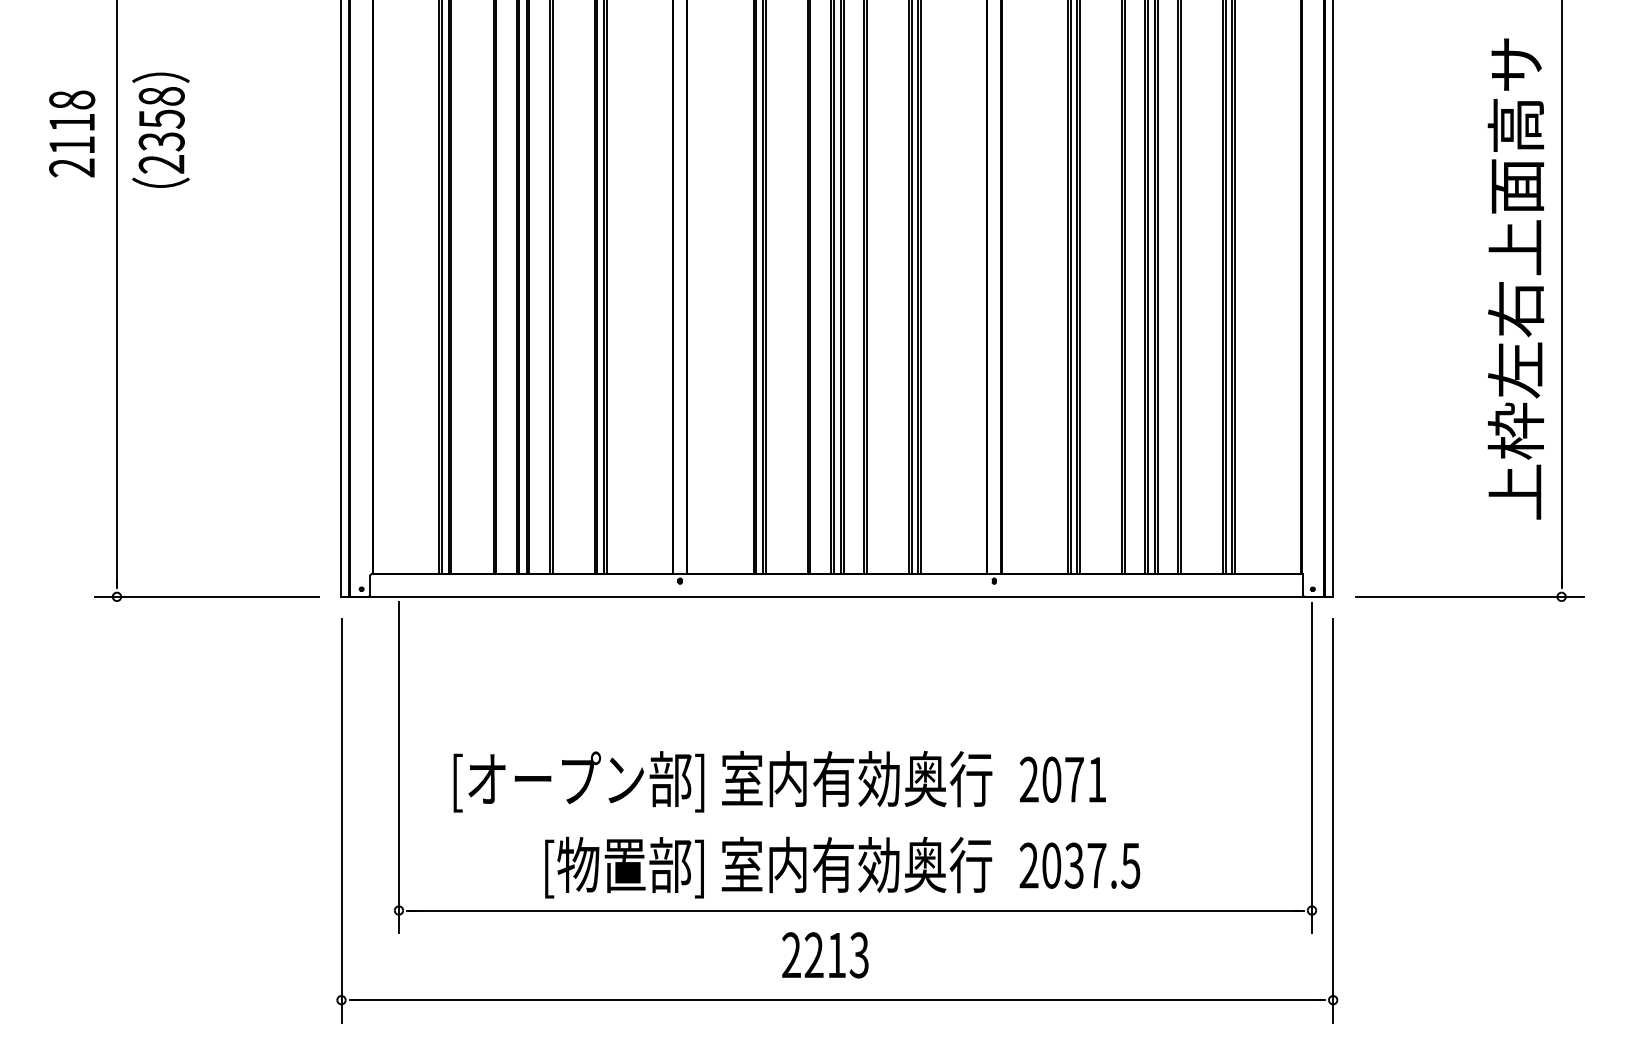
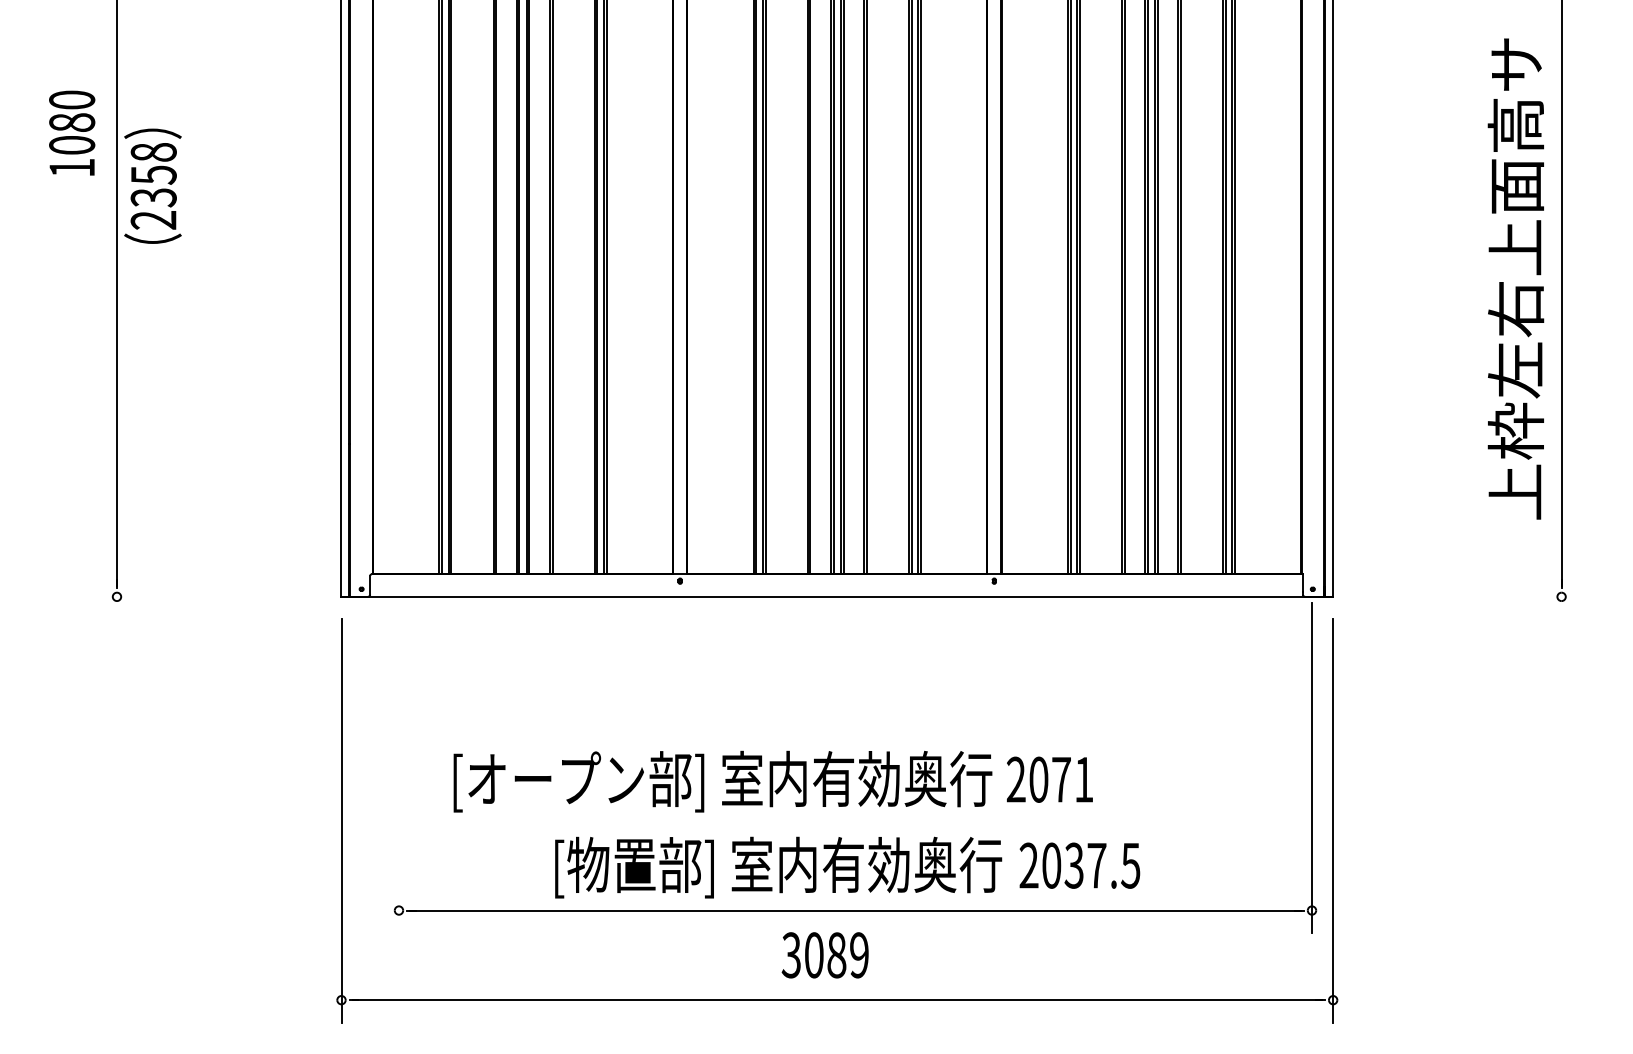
text at (160, 129) position: (160, 129) -> (152, 185)
text at (72, 133): 2118 -> 1080
line at (206, 596): present -> none
line at (1470, 596): present -> none
line at (398, 767): present -> none
text at (1062, 779) position: (1062, 779) -> (1049, 779)
text at (768, 867) position: (768, 867) -> (778, 867)
text at (824, 955): 2213 -> 3089
